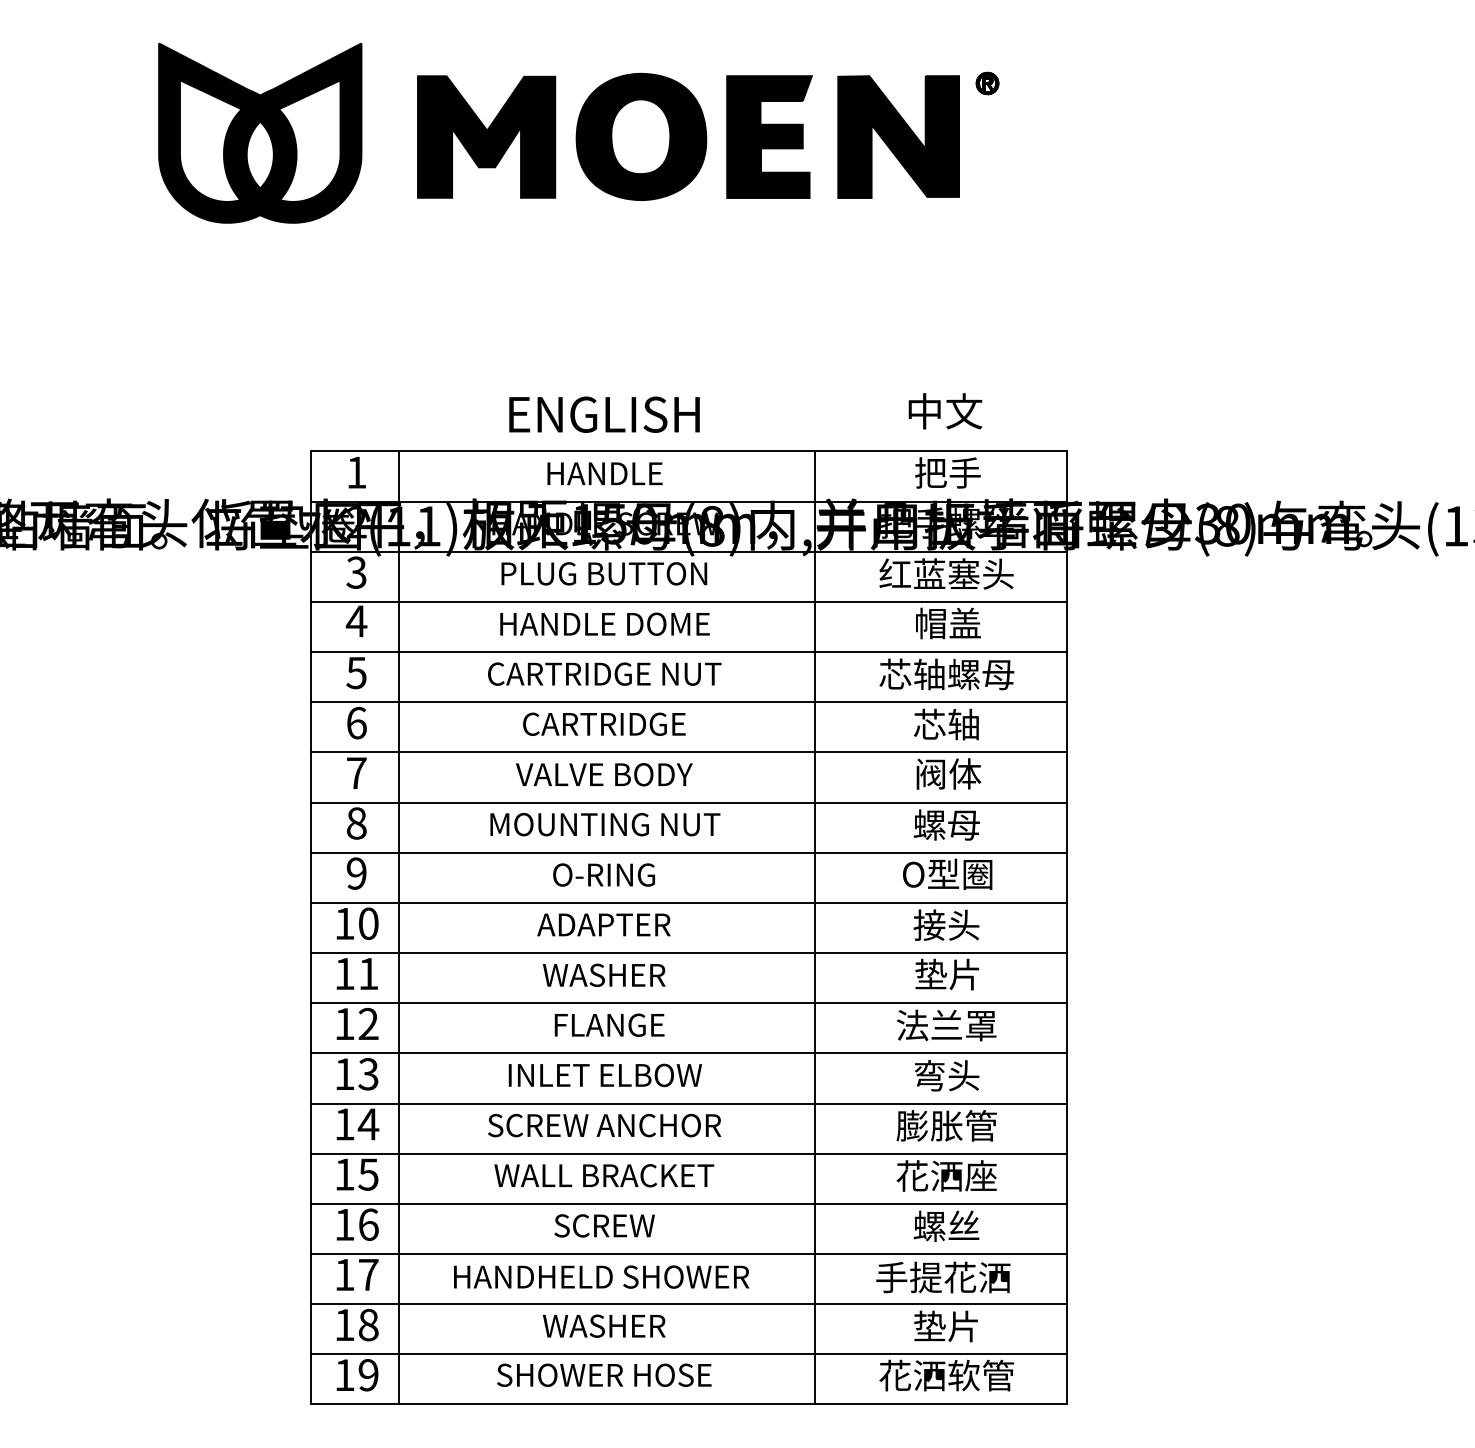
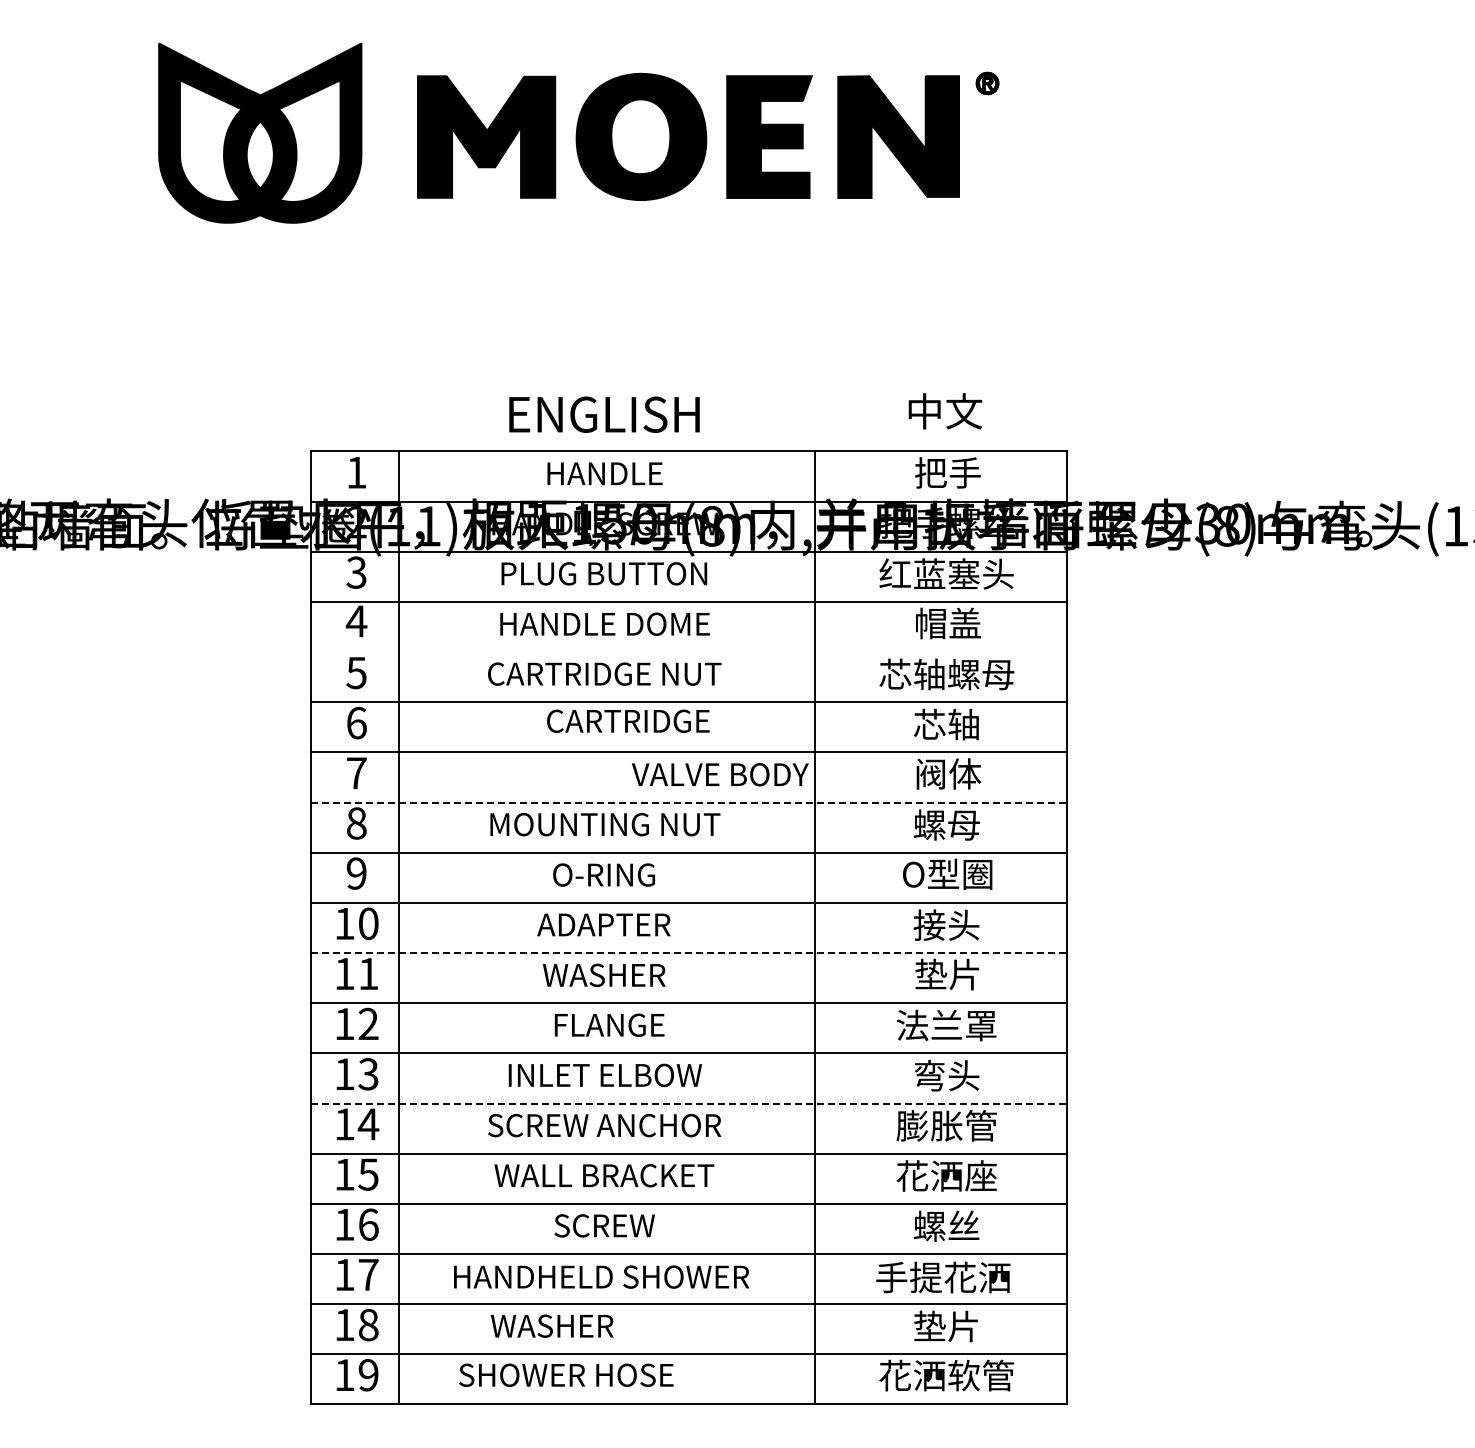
line at (689, 652): present -> none
text at (604, 723) position: (604, 723) -> (628, 720)
text at (604, 774) position: (604, 774) -> (720, 774)
line at (689, 802): solid -> dashed
line at (689, 953): solid -> dashed
line at (689, 1103): solid -> dashed
text at (604, 1325) position: (604, 1325) -> (552, 1325)
text at (604, 1374) position: (604, 1374) -> (566, 1374)
